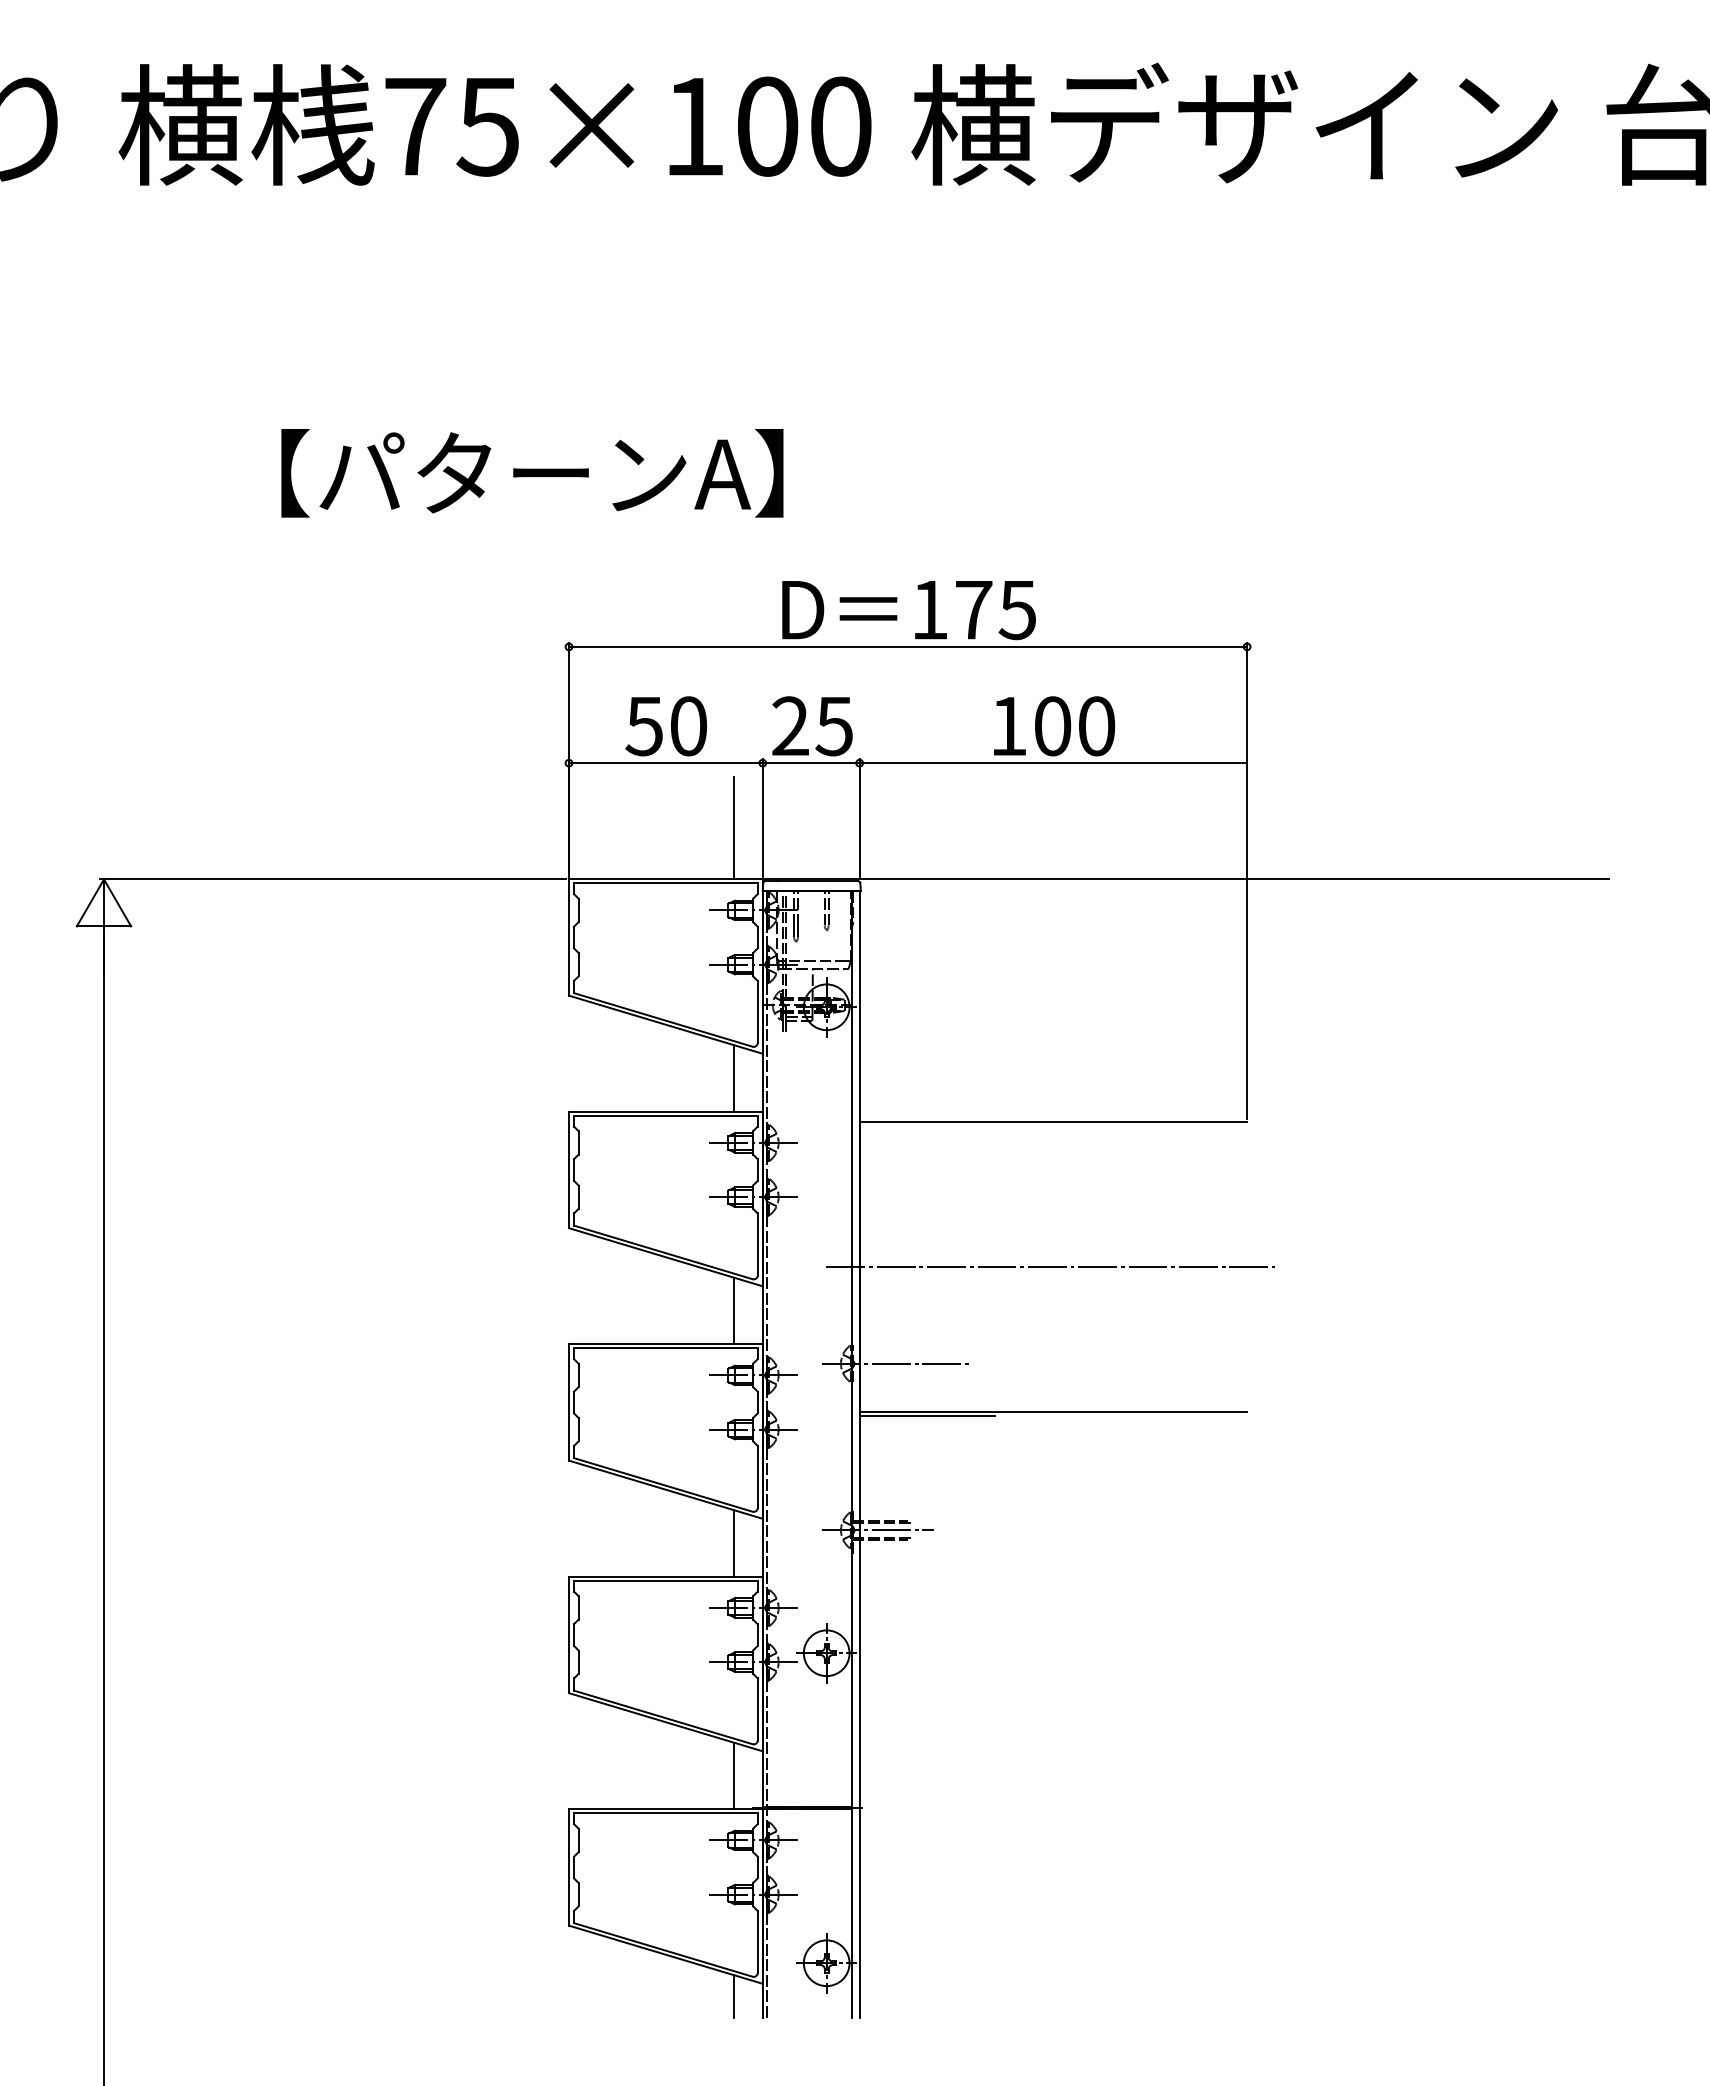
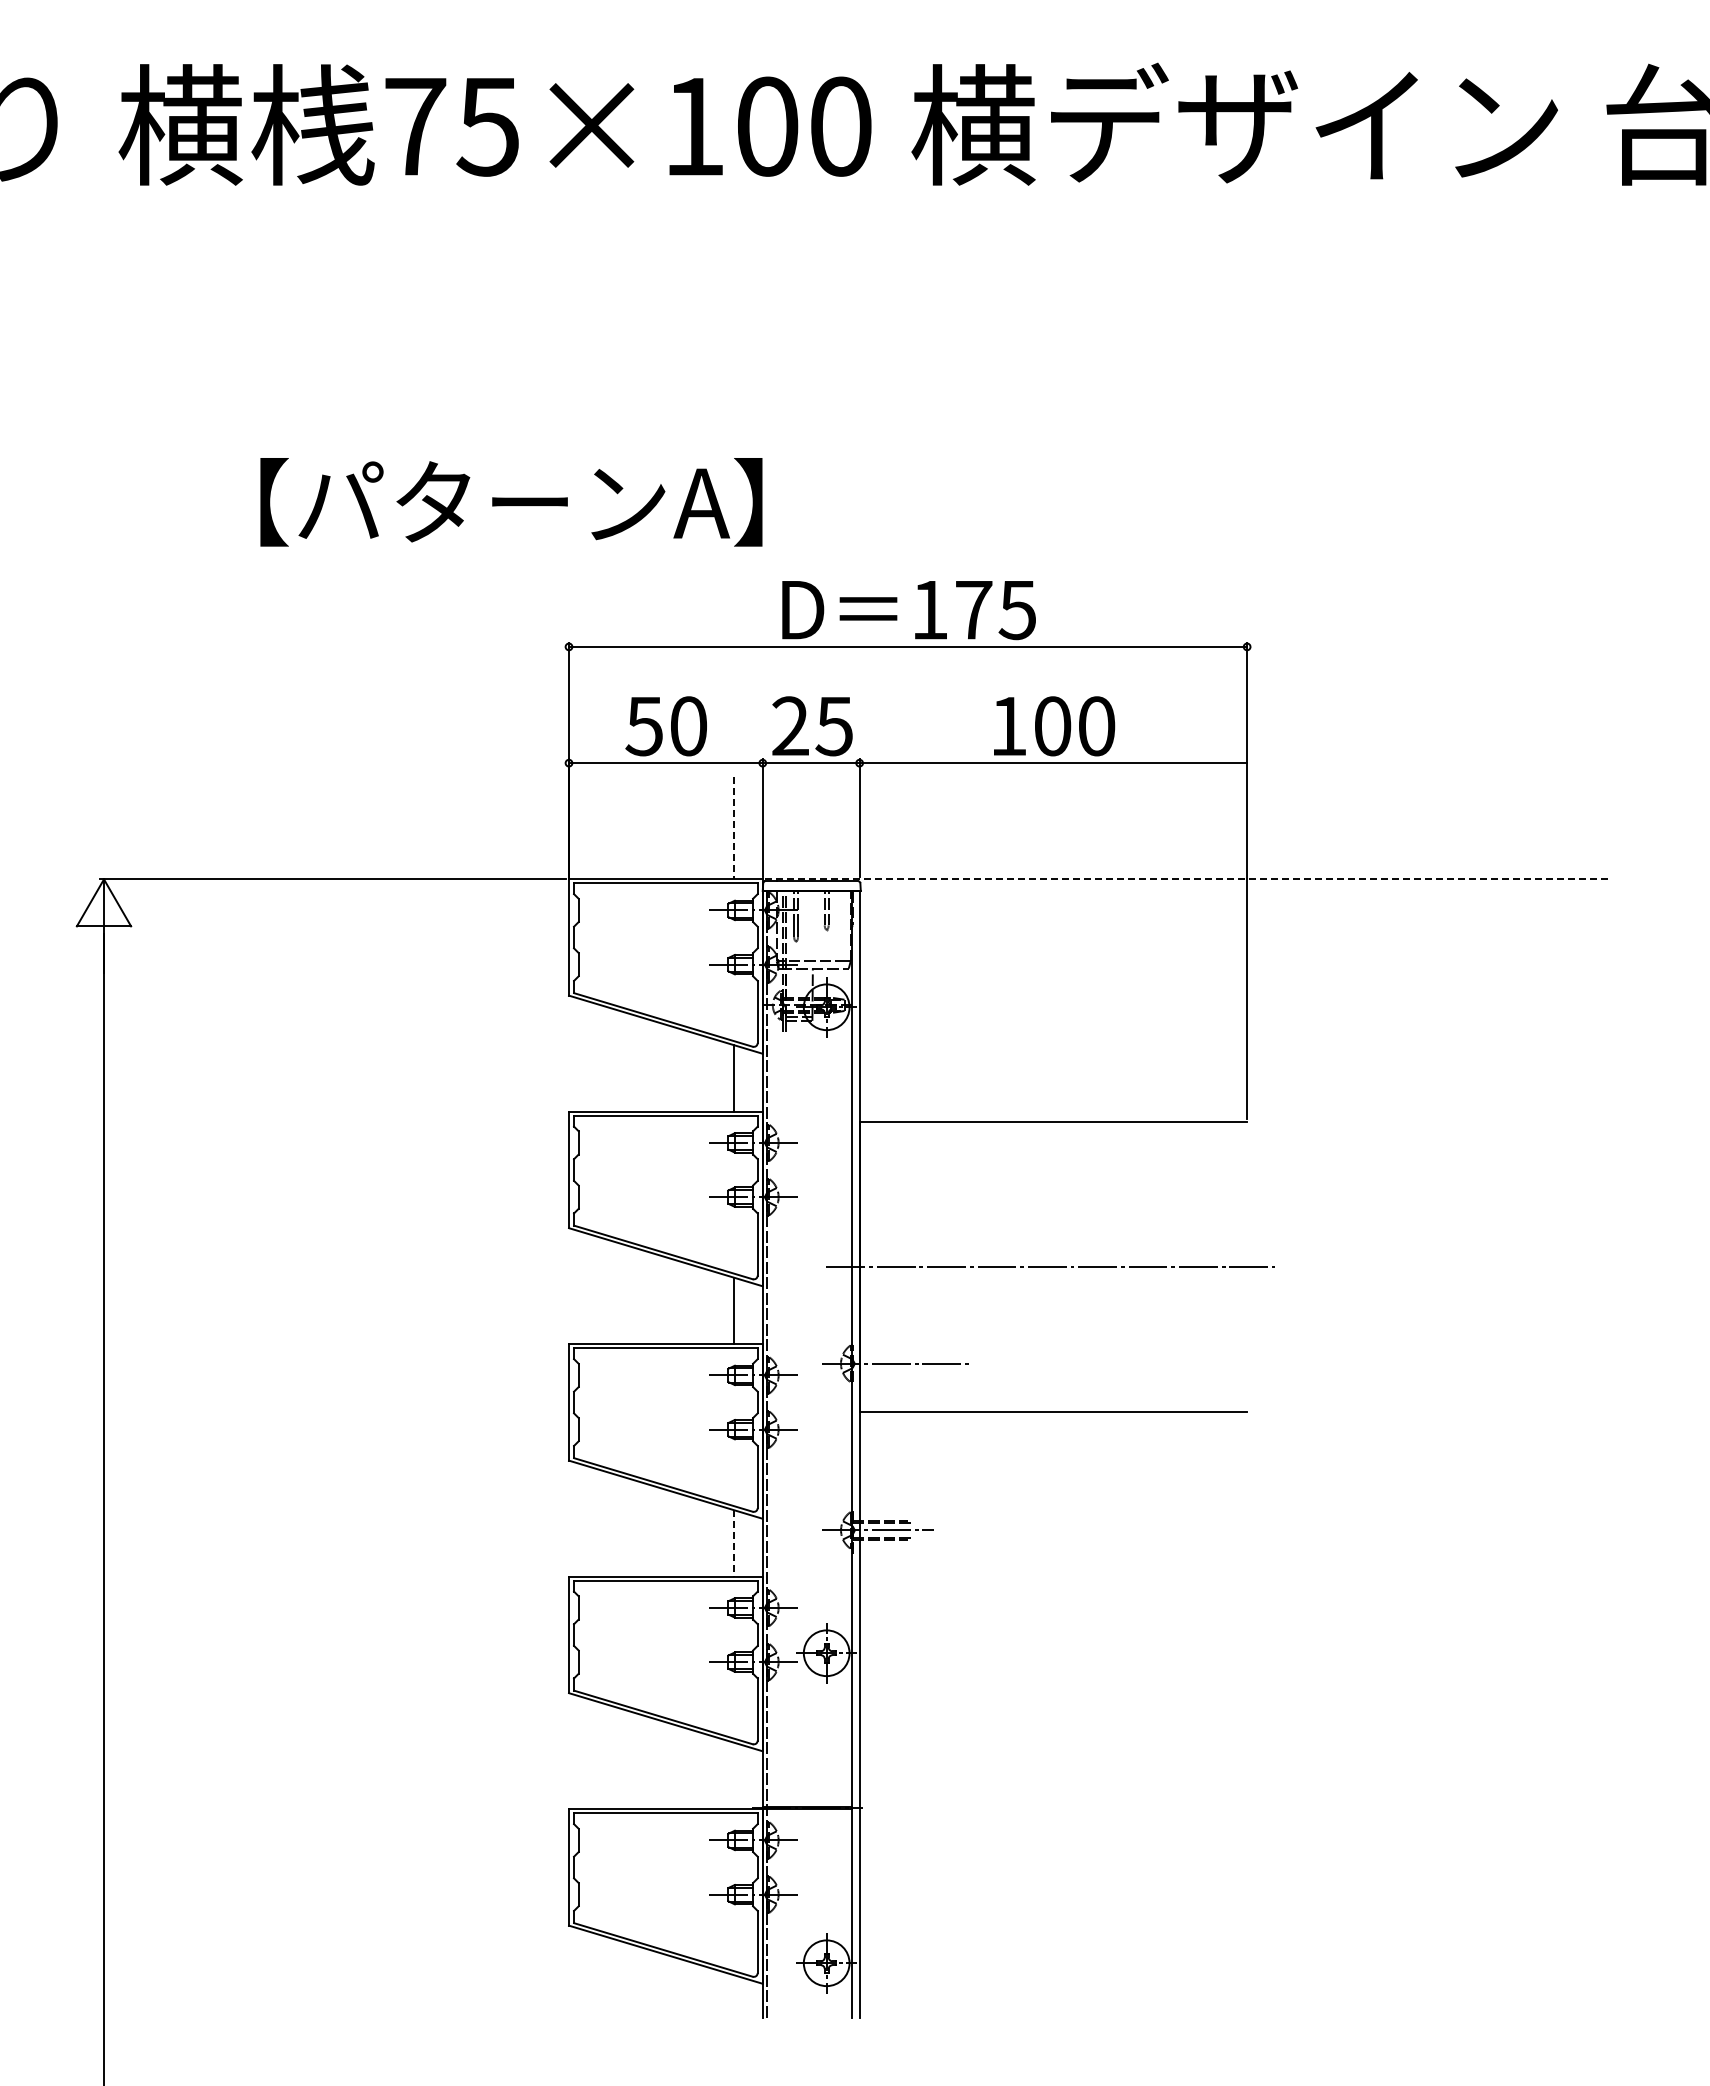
text at (532, 473) position: (532, 473) -> (511, 502)
line at (733, 828): solid -> dashed
line at (1187, 879): solid -> dashed
line at (927, 1416): present -> none
line at (733, 1544): solid -> dashed
line at (733, 1775): present -> none
line at (733, 1996): present -> none
